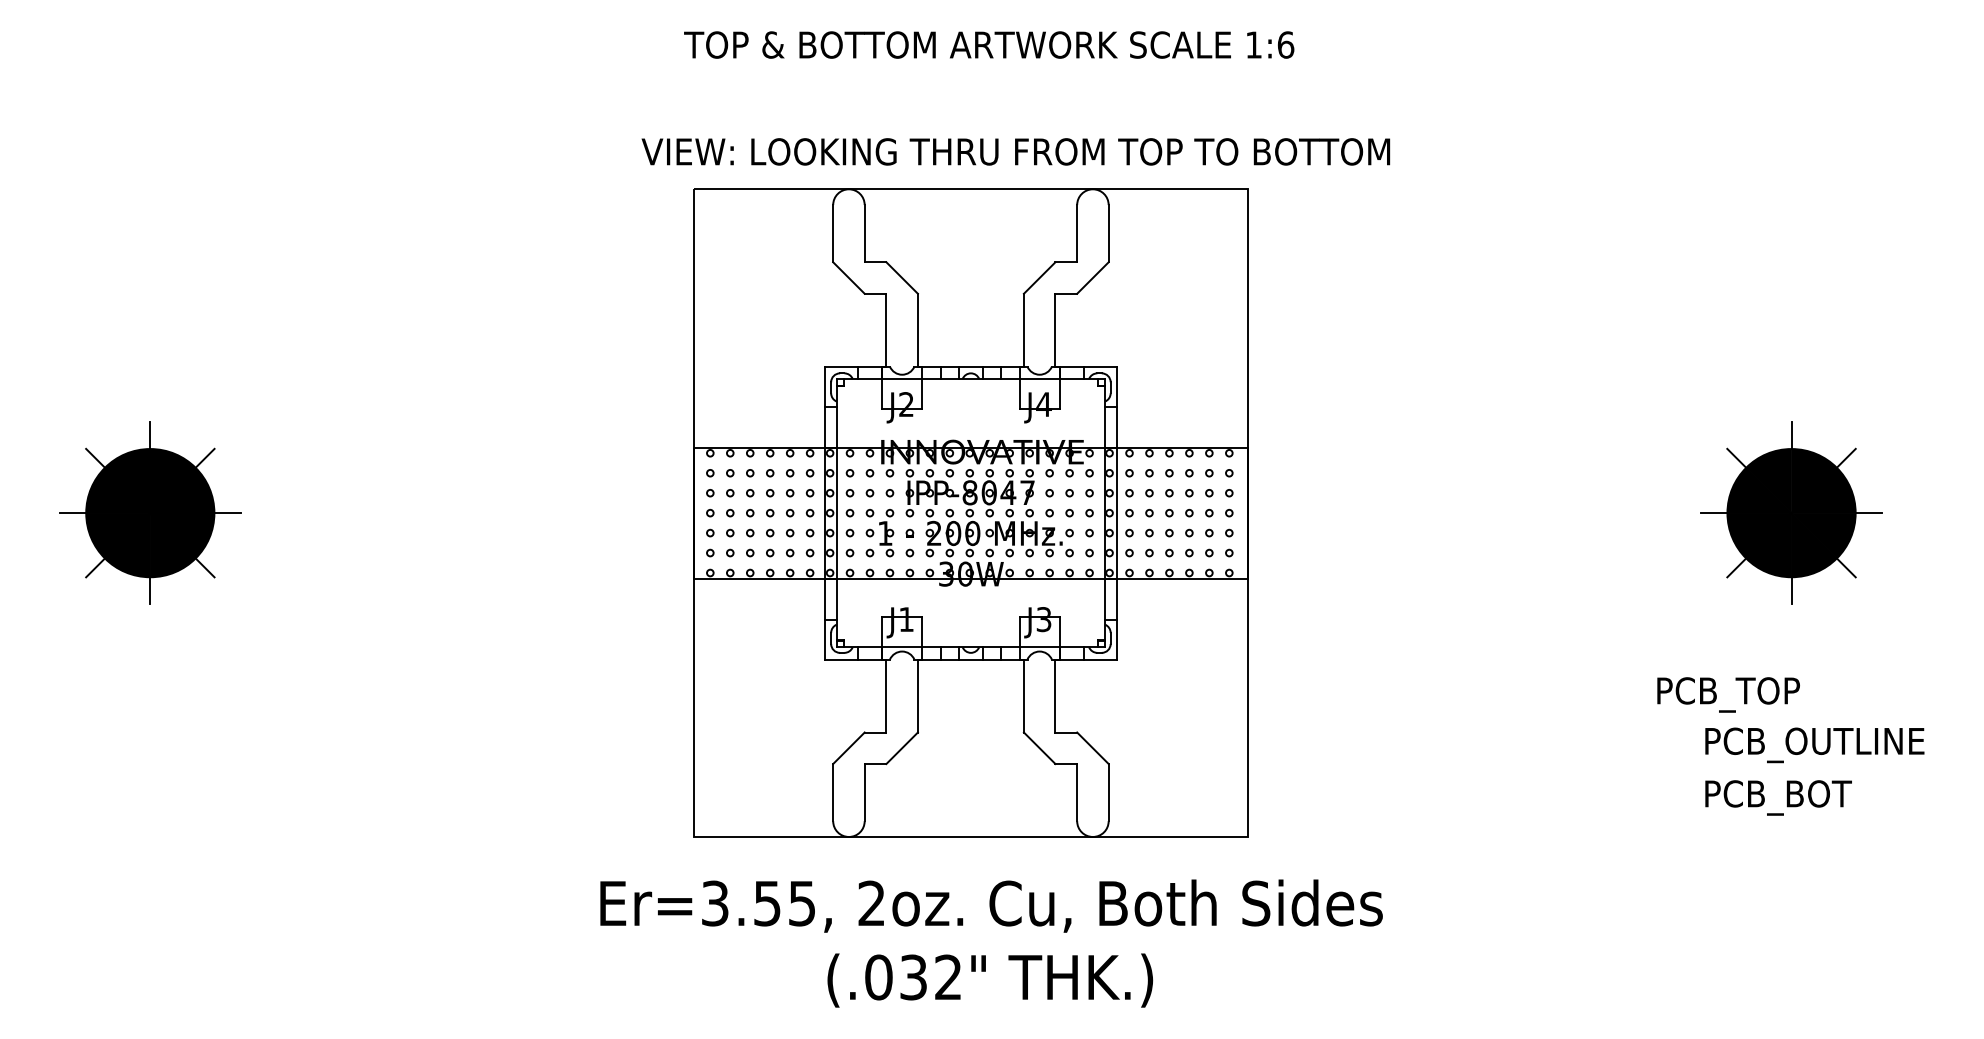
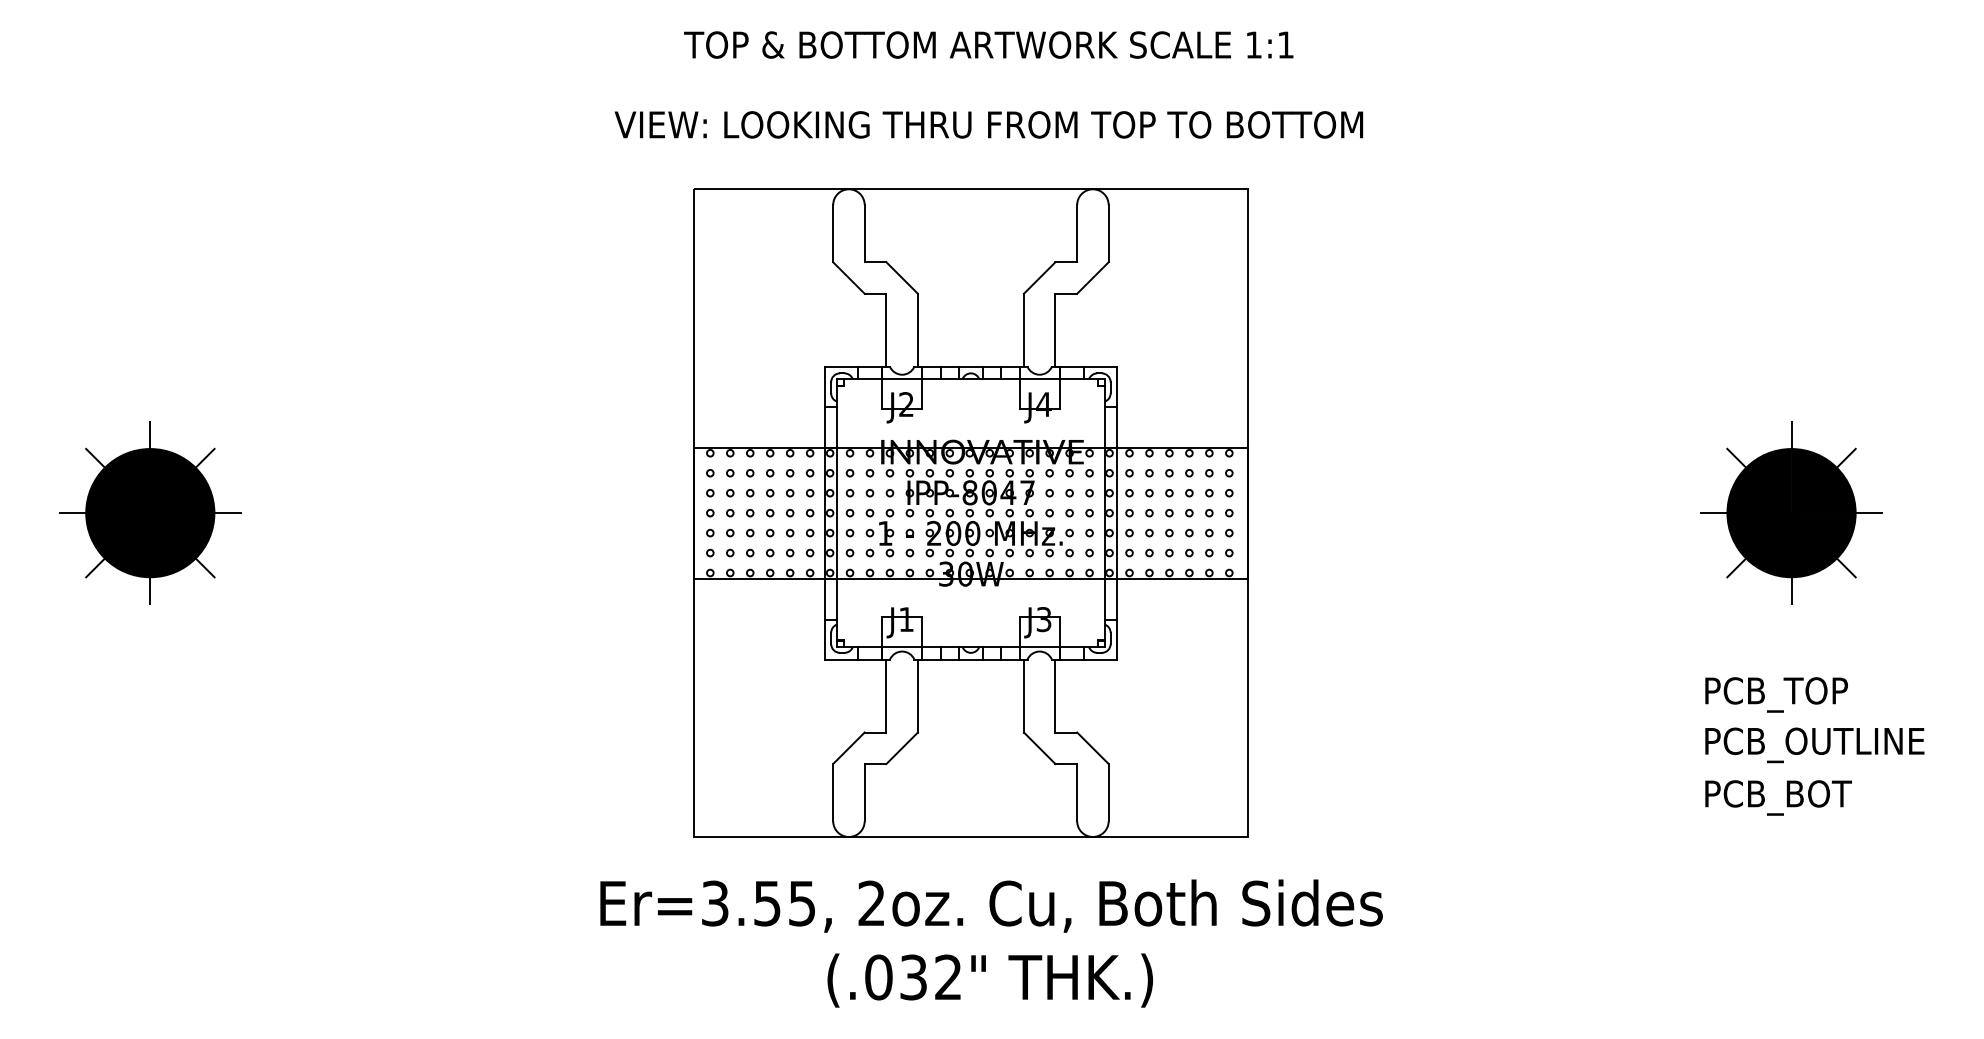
text at (1285, 44): 1:6 -> 1:1
text at (1015, 151) position: (1015, 151) -> (988, 124)
text at (1728, 694) position: (1728, 694) -> (1776, 694)
